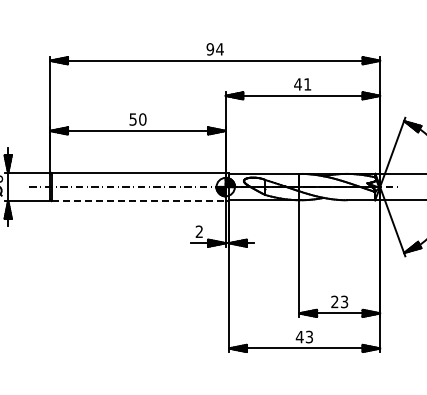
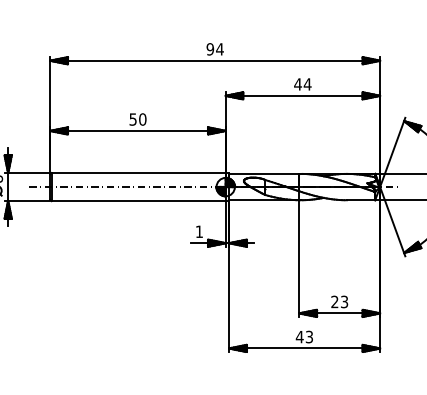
text at (307, 84): 41 -> 44
line at (139, 201): dashed -> solid
text at (198, 231): 2 -> 1
